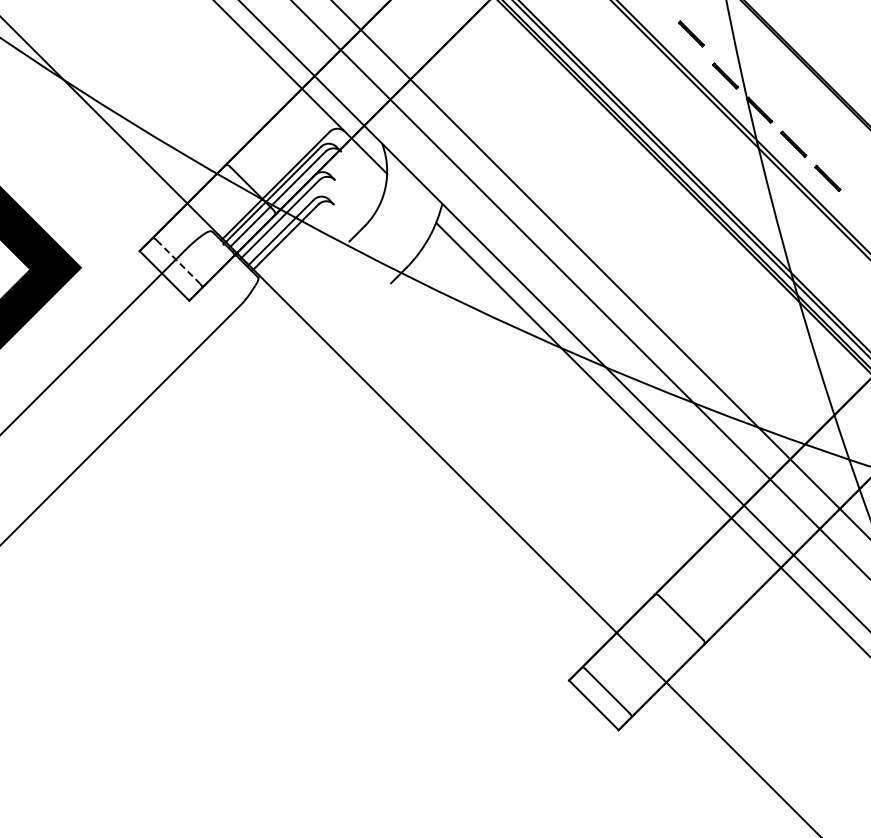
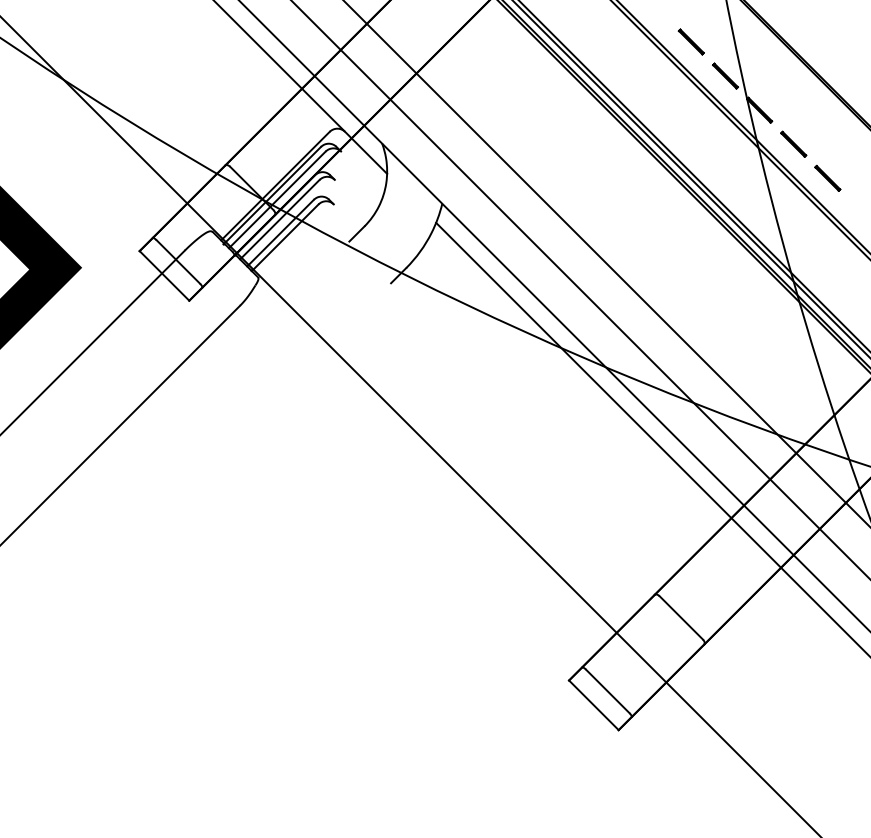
line at (690, 33) position: (690, 33) -> (690, 41)
line at (178, 262): dashed -> solid
line at (600, 269) position: (600, 269) -> (606, 263)
